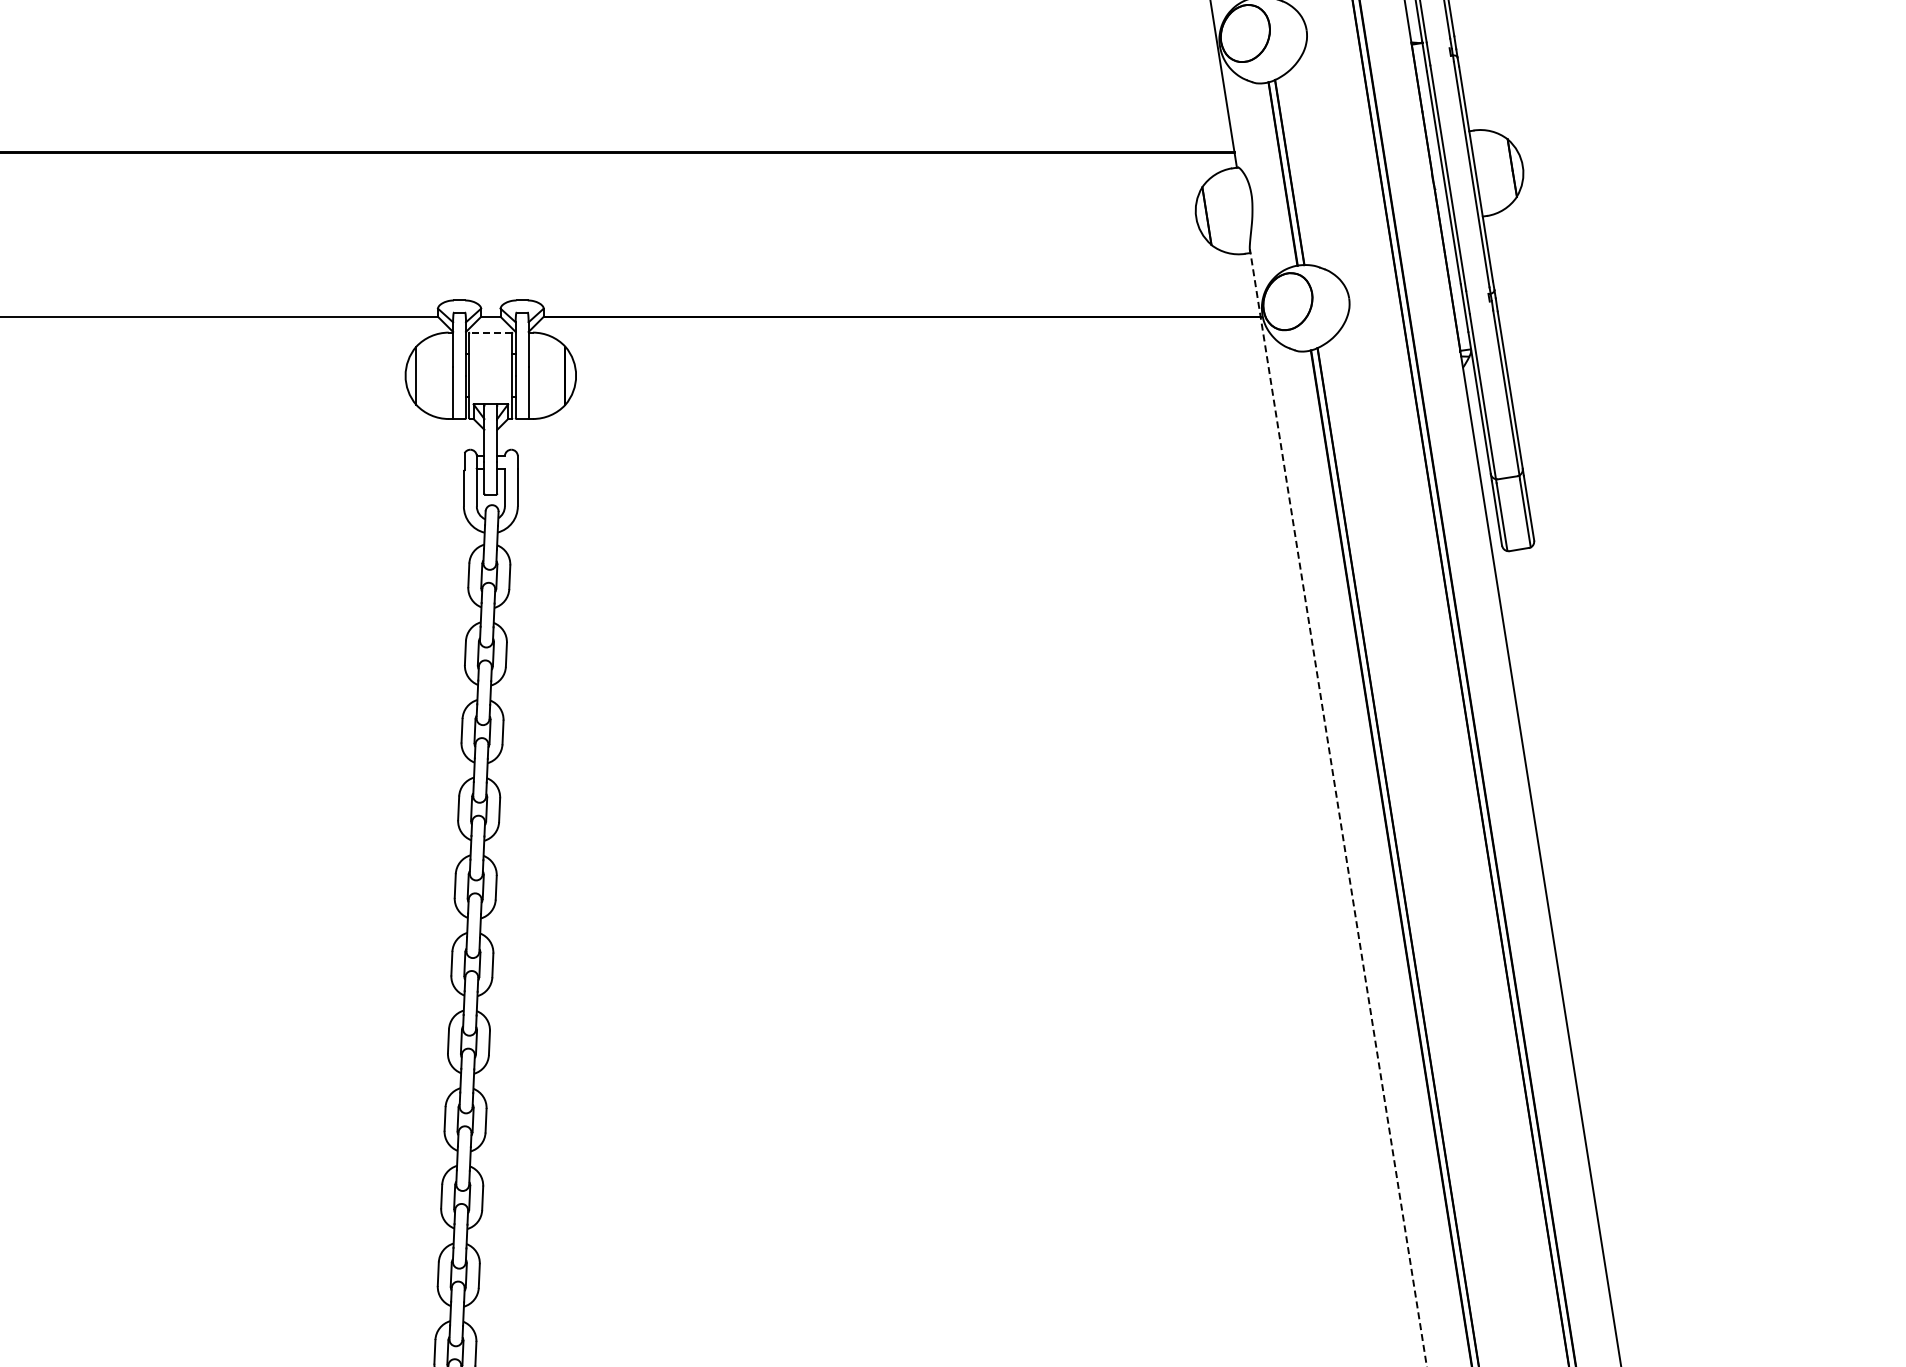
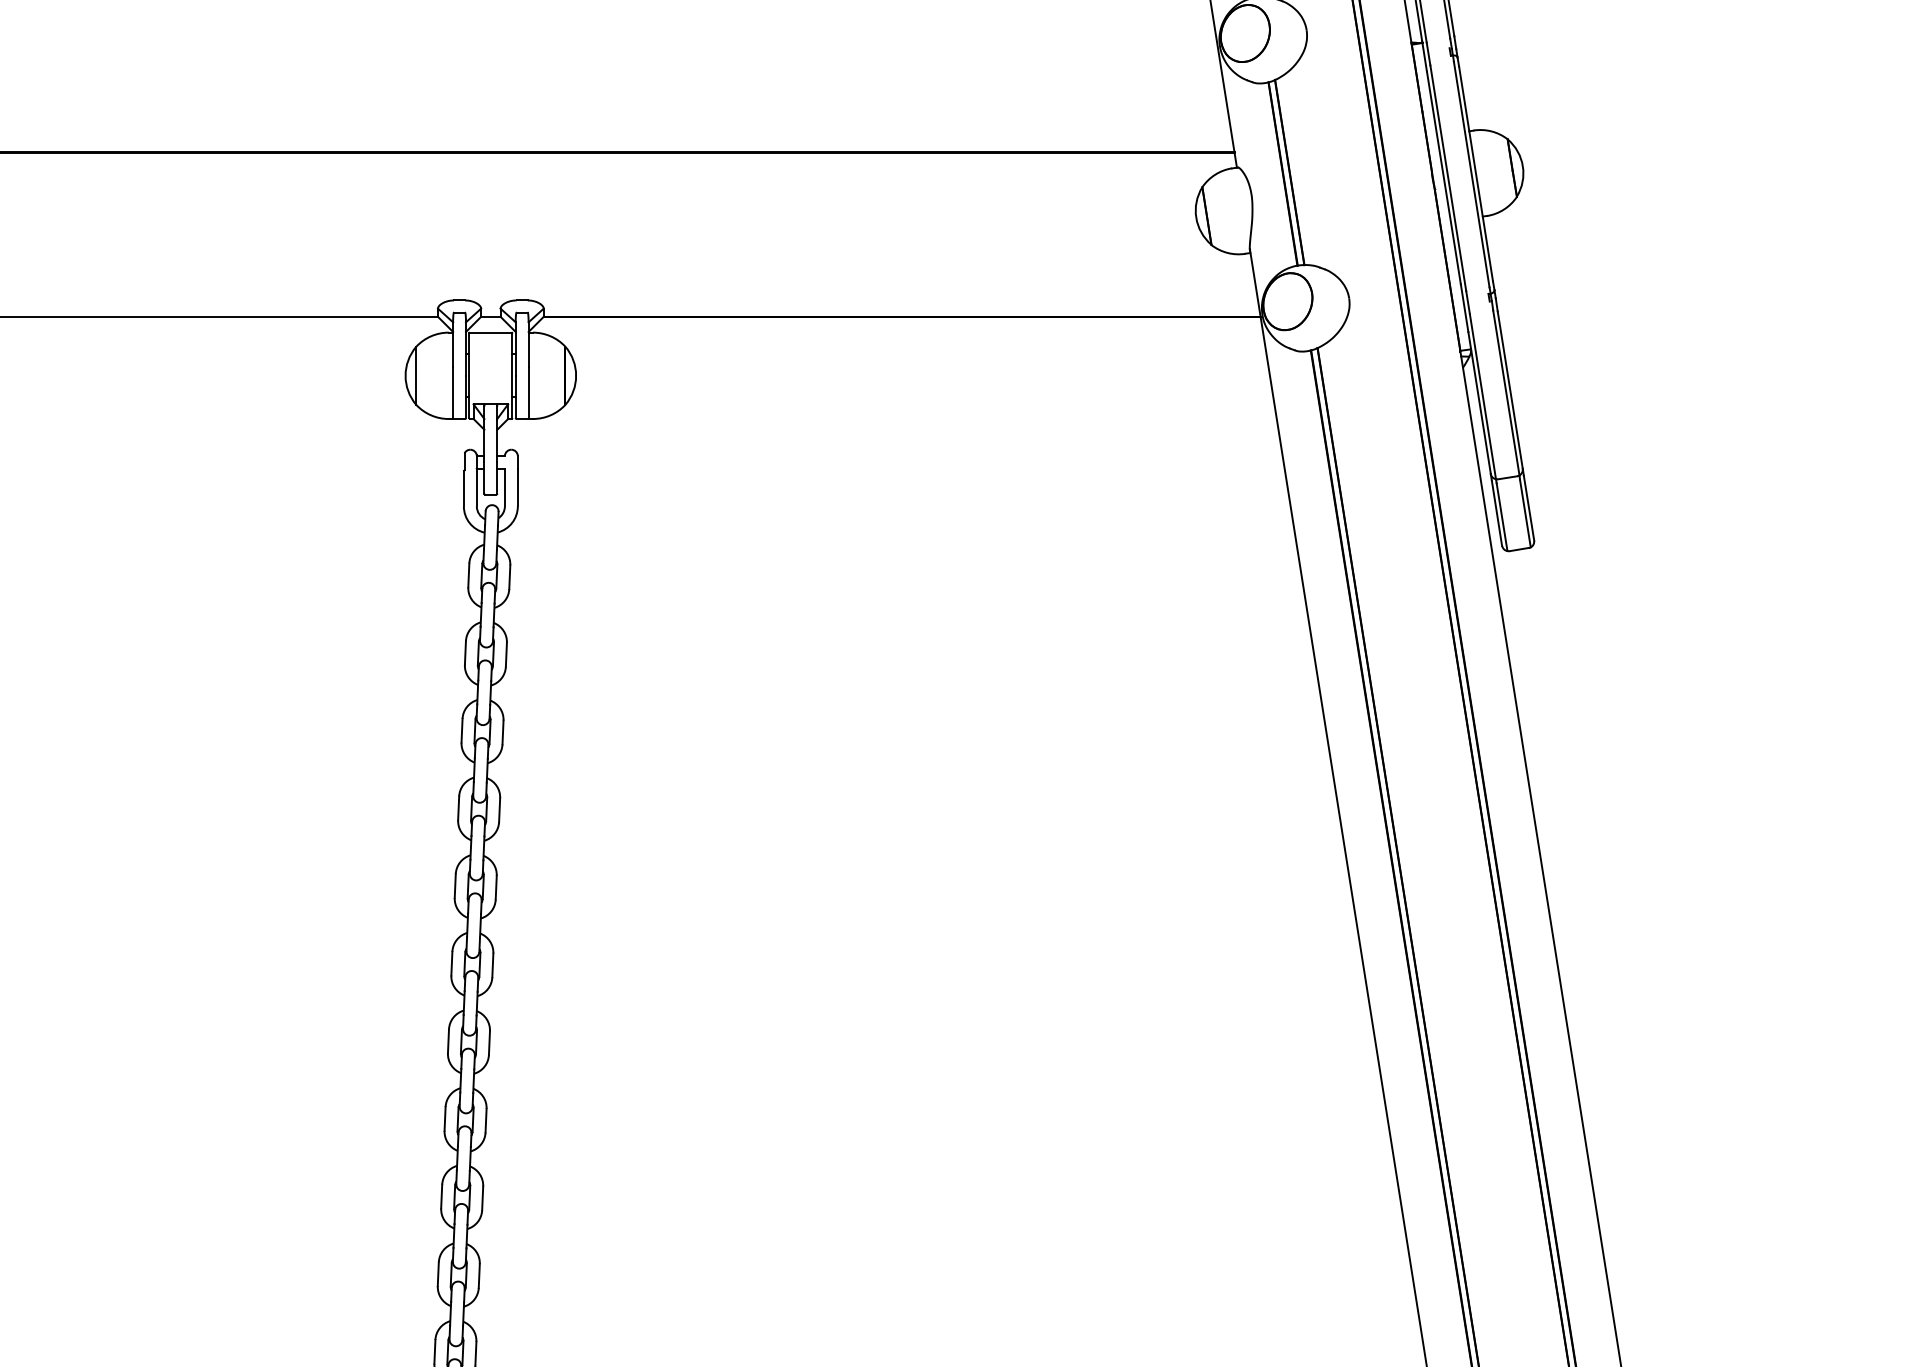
line at (490, 332): dashed -> solid
line at (1338, 807): dashed -> solid
